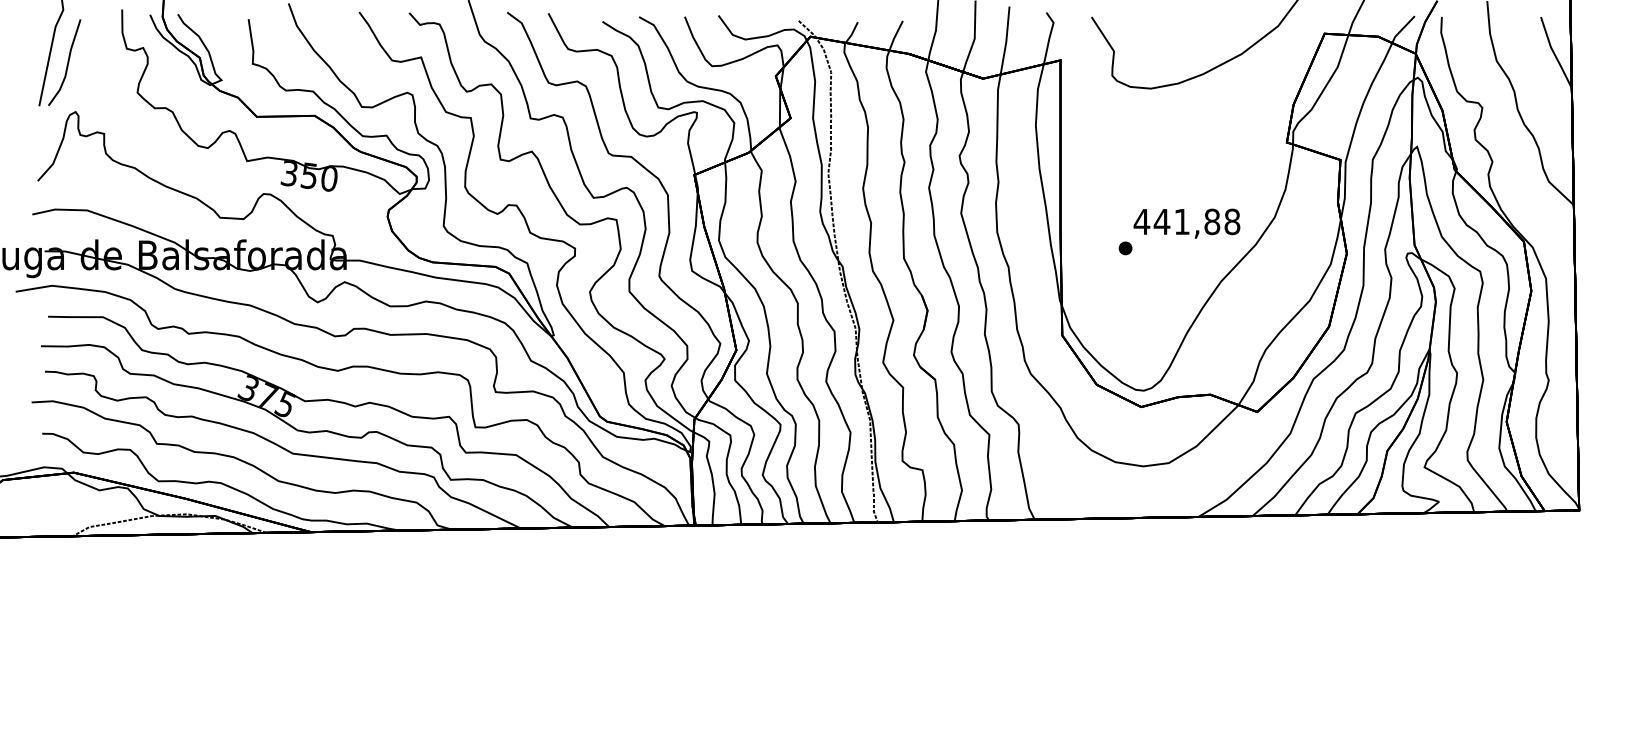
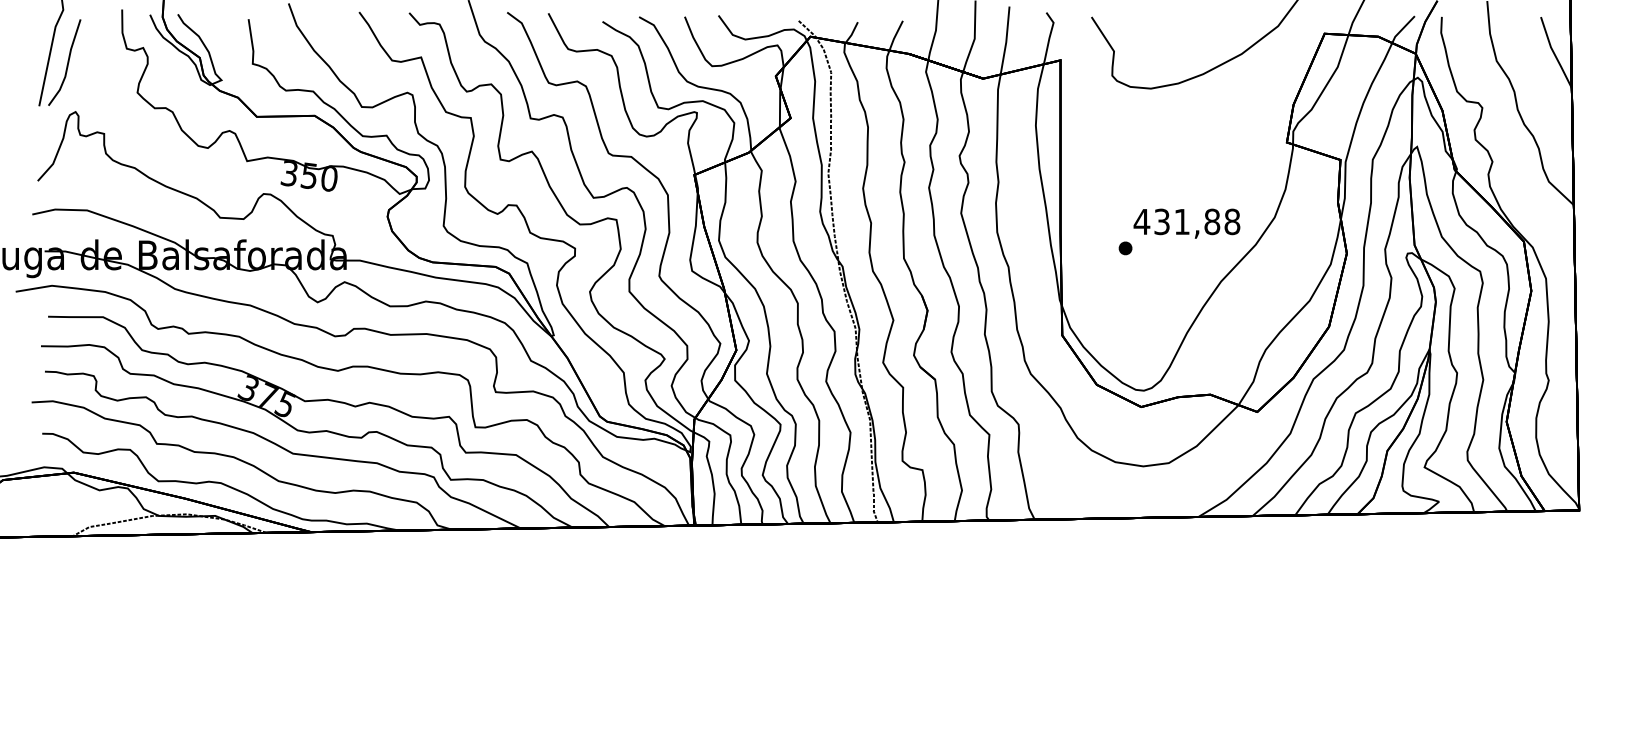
text at (1161, 221): 441,88 -> 431,88
